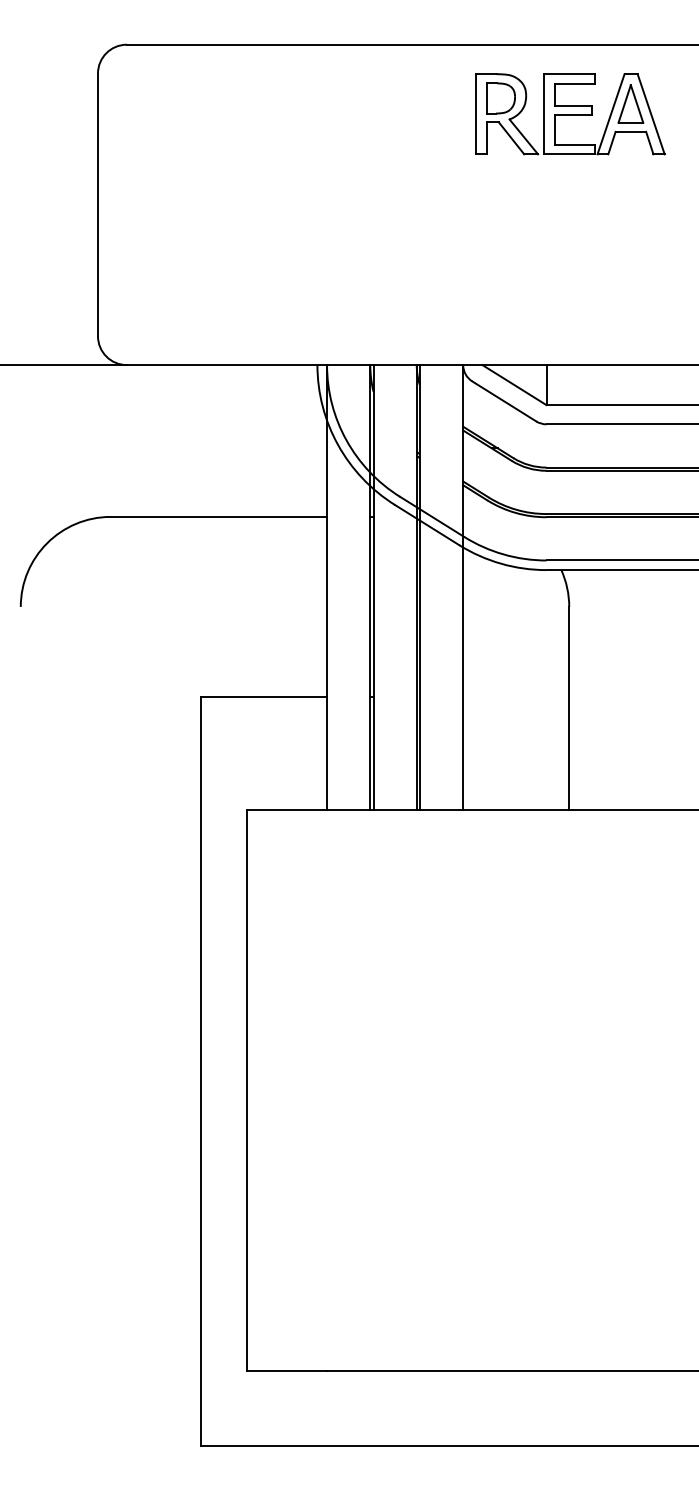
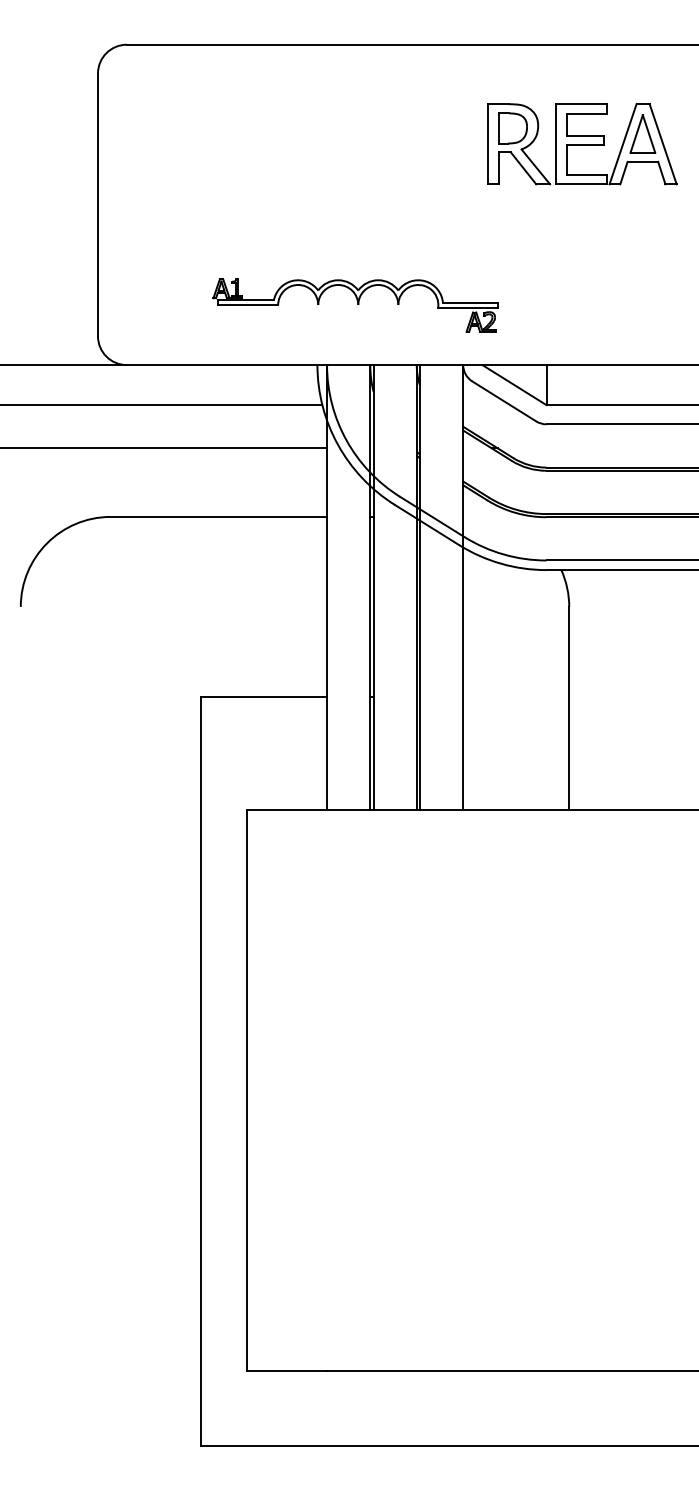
part at (570, 114) position: (570, 114) -> (582, 144)
part at (355, 305): none -> present
line at (162, 405): none -> present
line at (164, 448): none -> present
